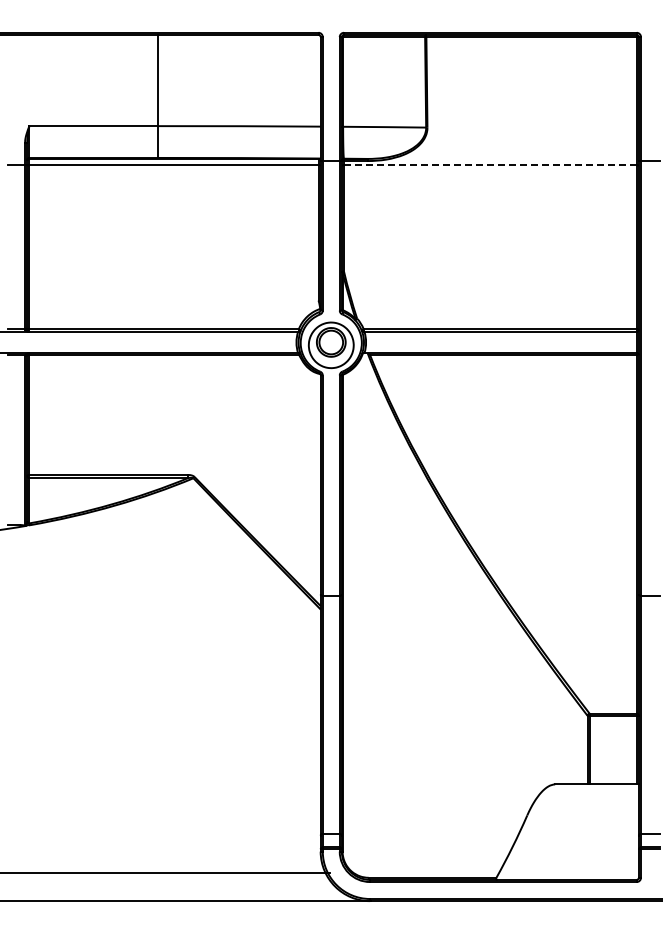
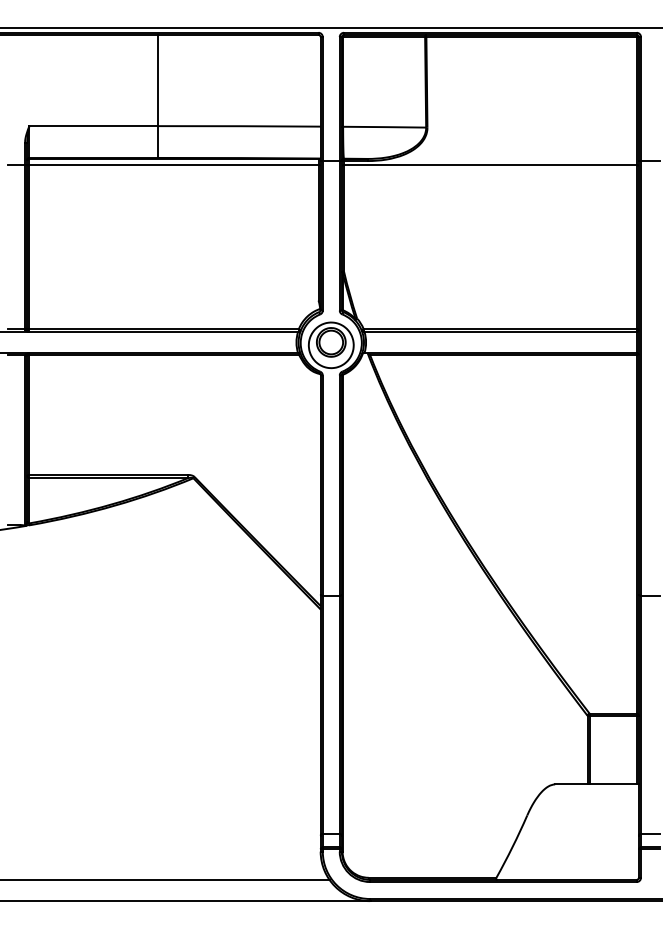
line at (330, 27): none -> present
line at (489, 165): dashed -> solid
line at (165, 872) position: (165, 872) -> (165, 879)
